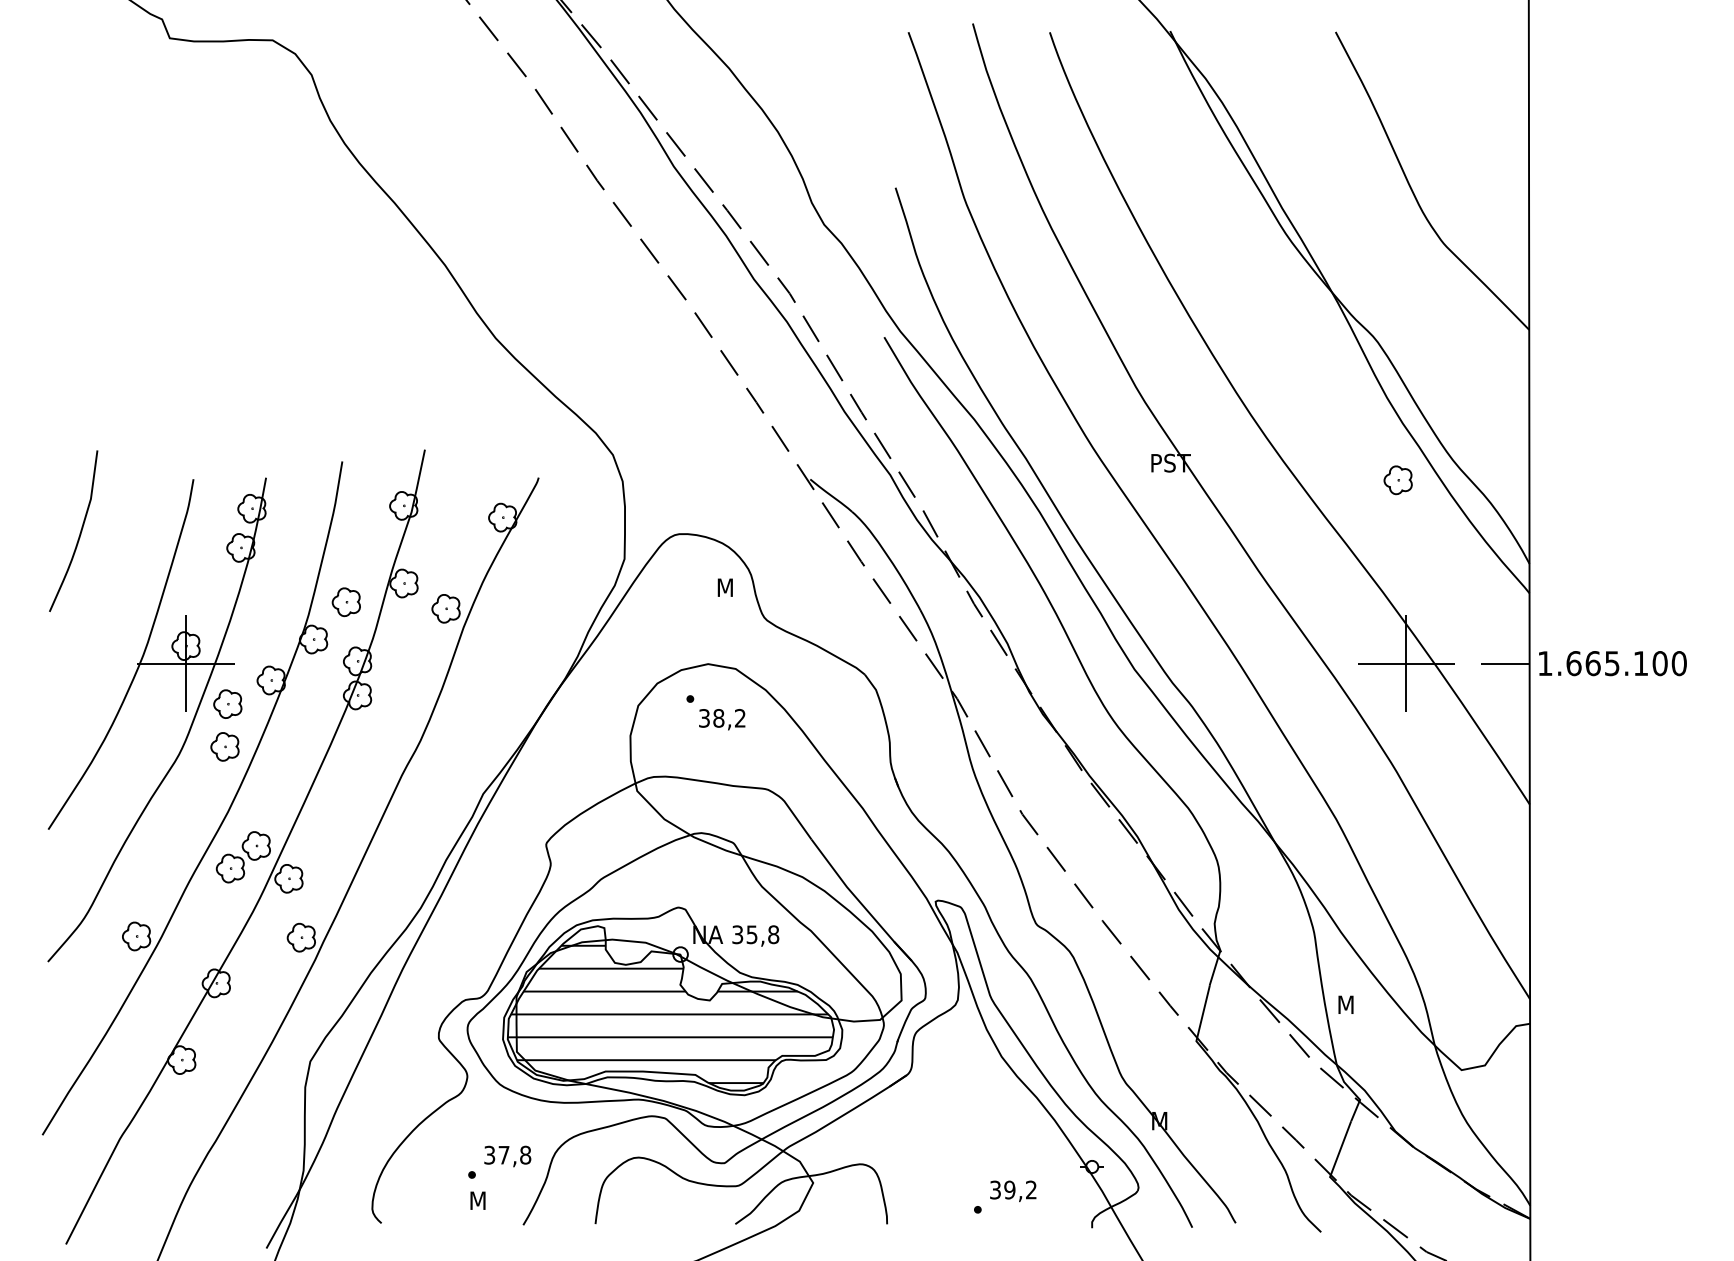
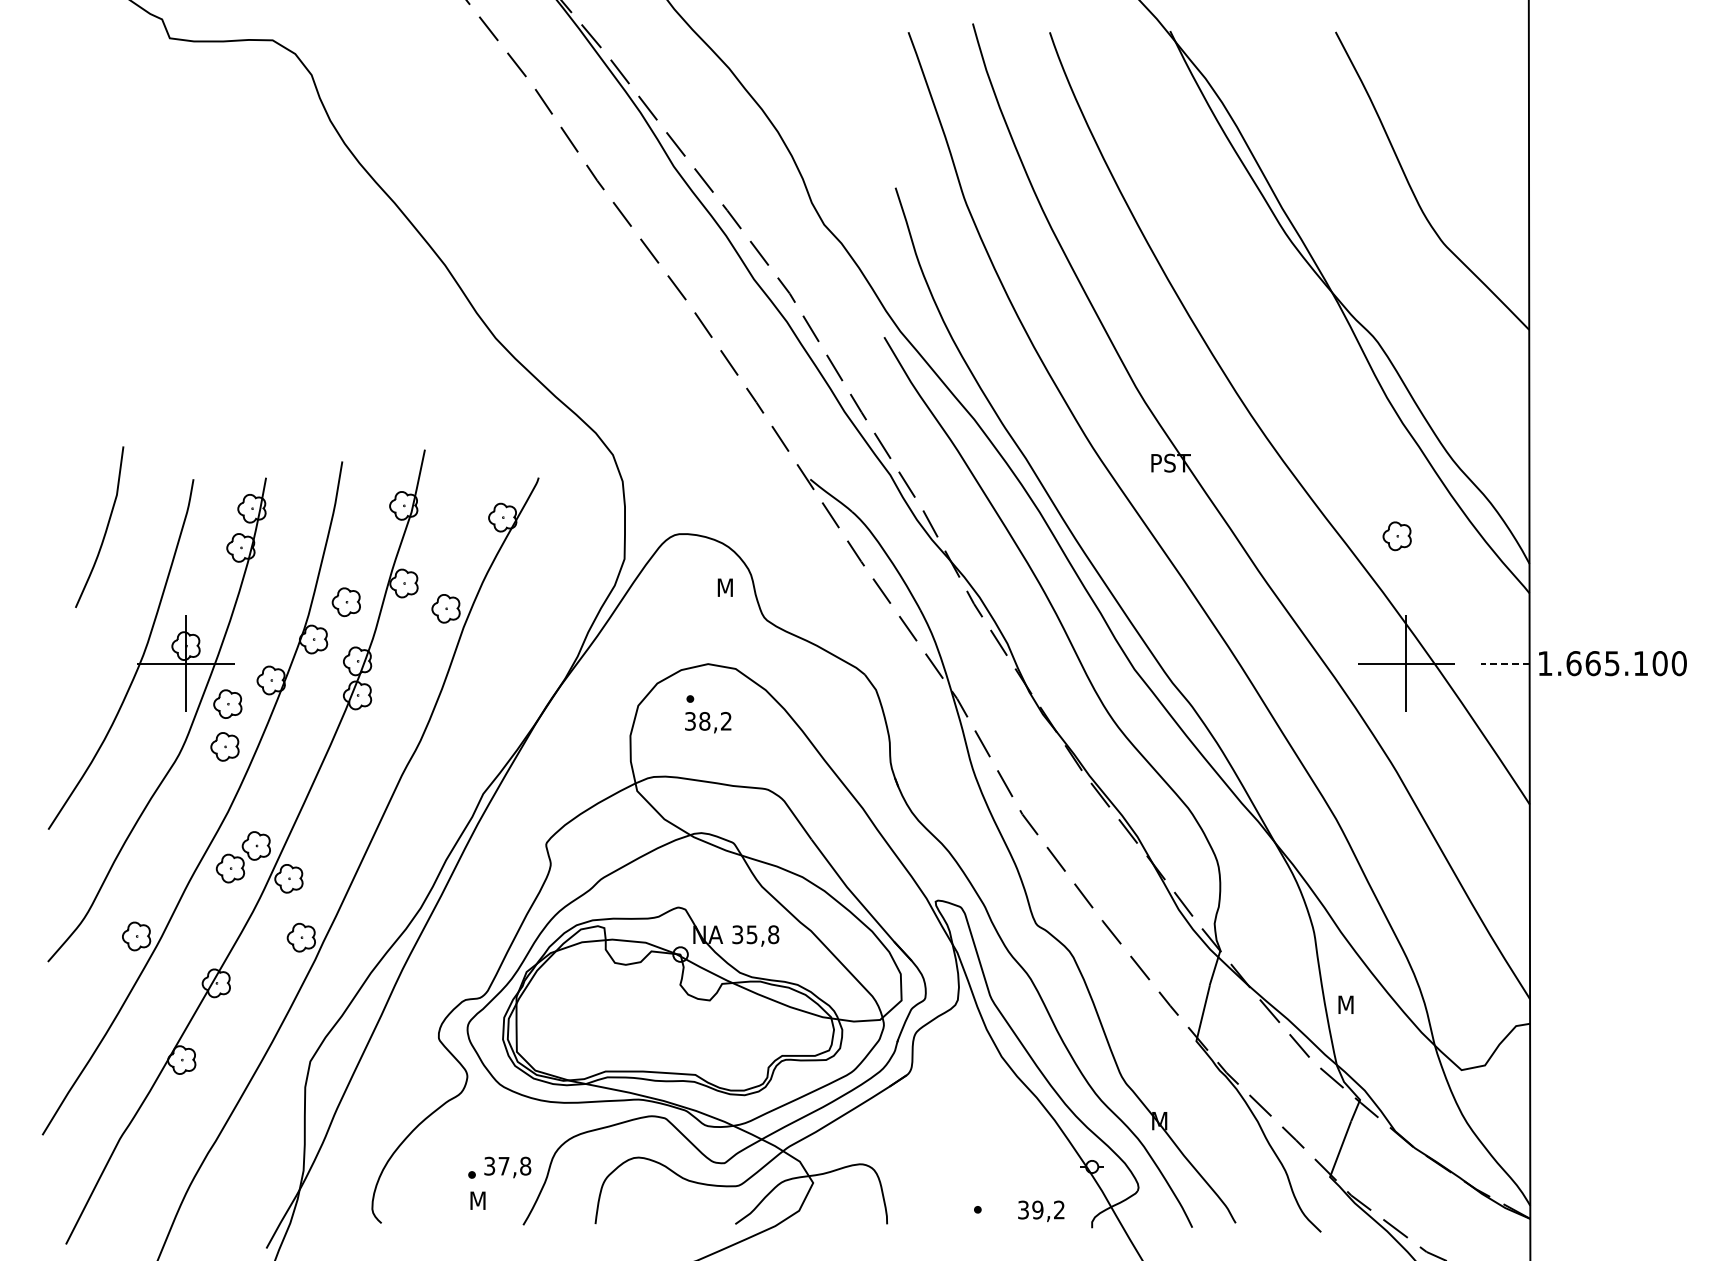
part at (1397, 480) position: (1397, 480) -> (1396, 536)
curve at (79, 533) position: (79, 533) -> (105, 529)
line at (1504, 663): solid -> dashed
text at (722, 719) position: (722, 719) -> (708, 722)
hatch at (669, 1014): present -> none
text at (507, 1156) position: (507, 1156) -> (507, 1167)
text at (1013, 1191) position: (1013, 1191) -> (1041, 1211)
